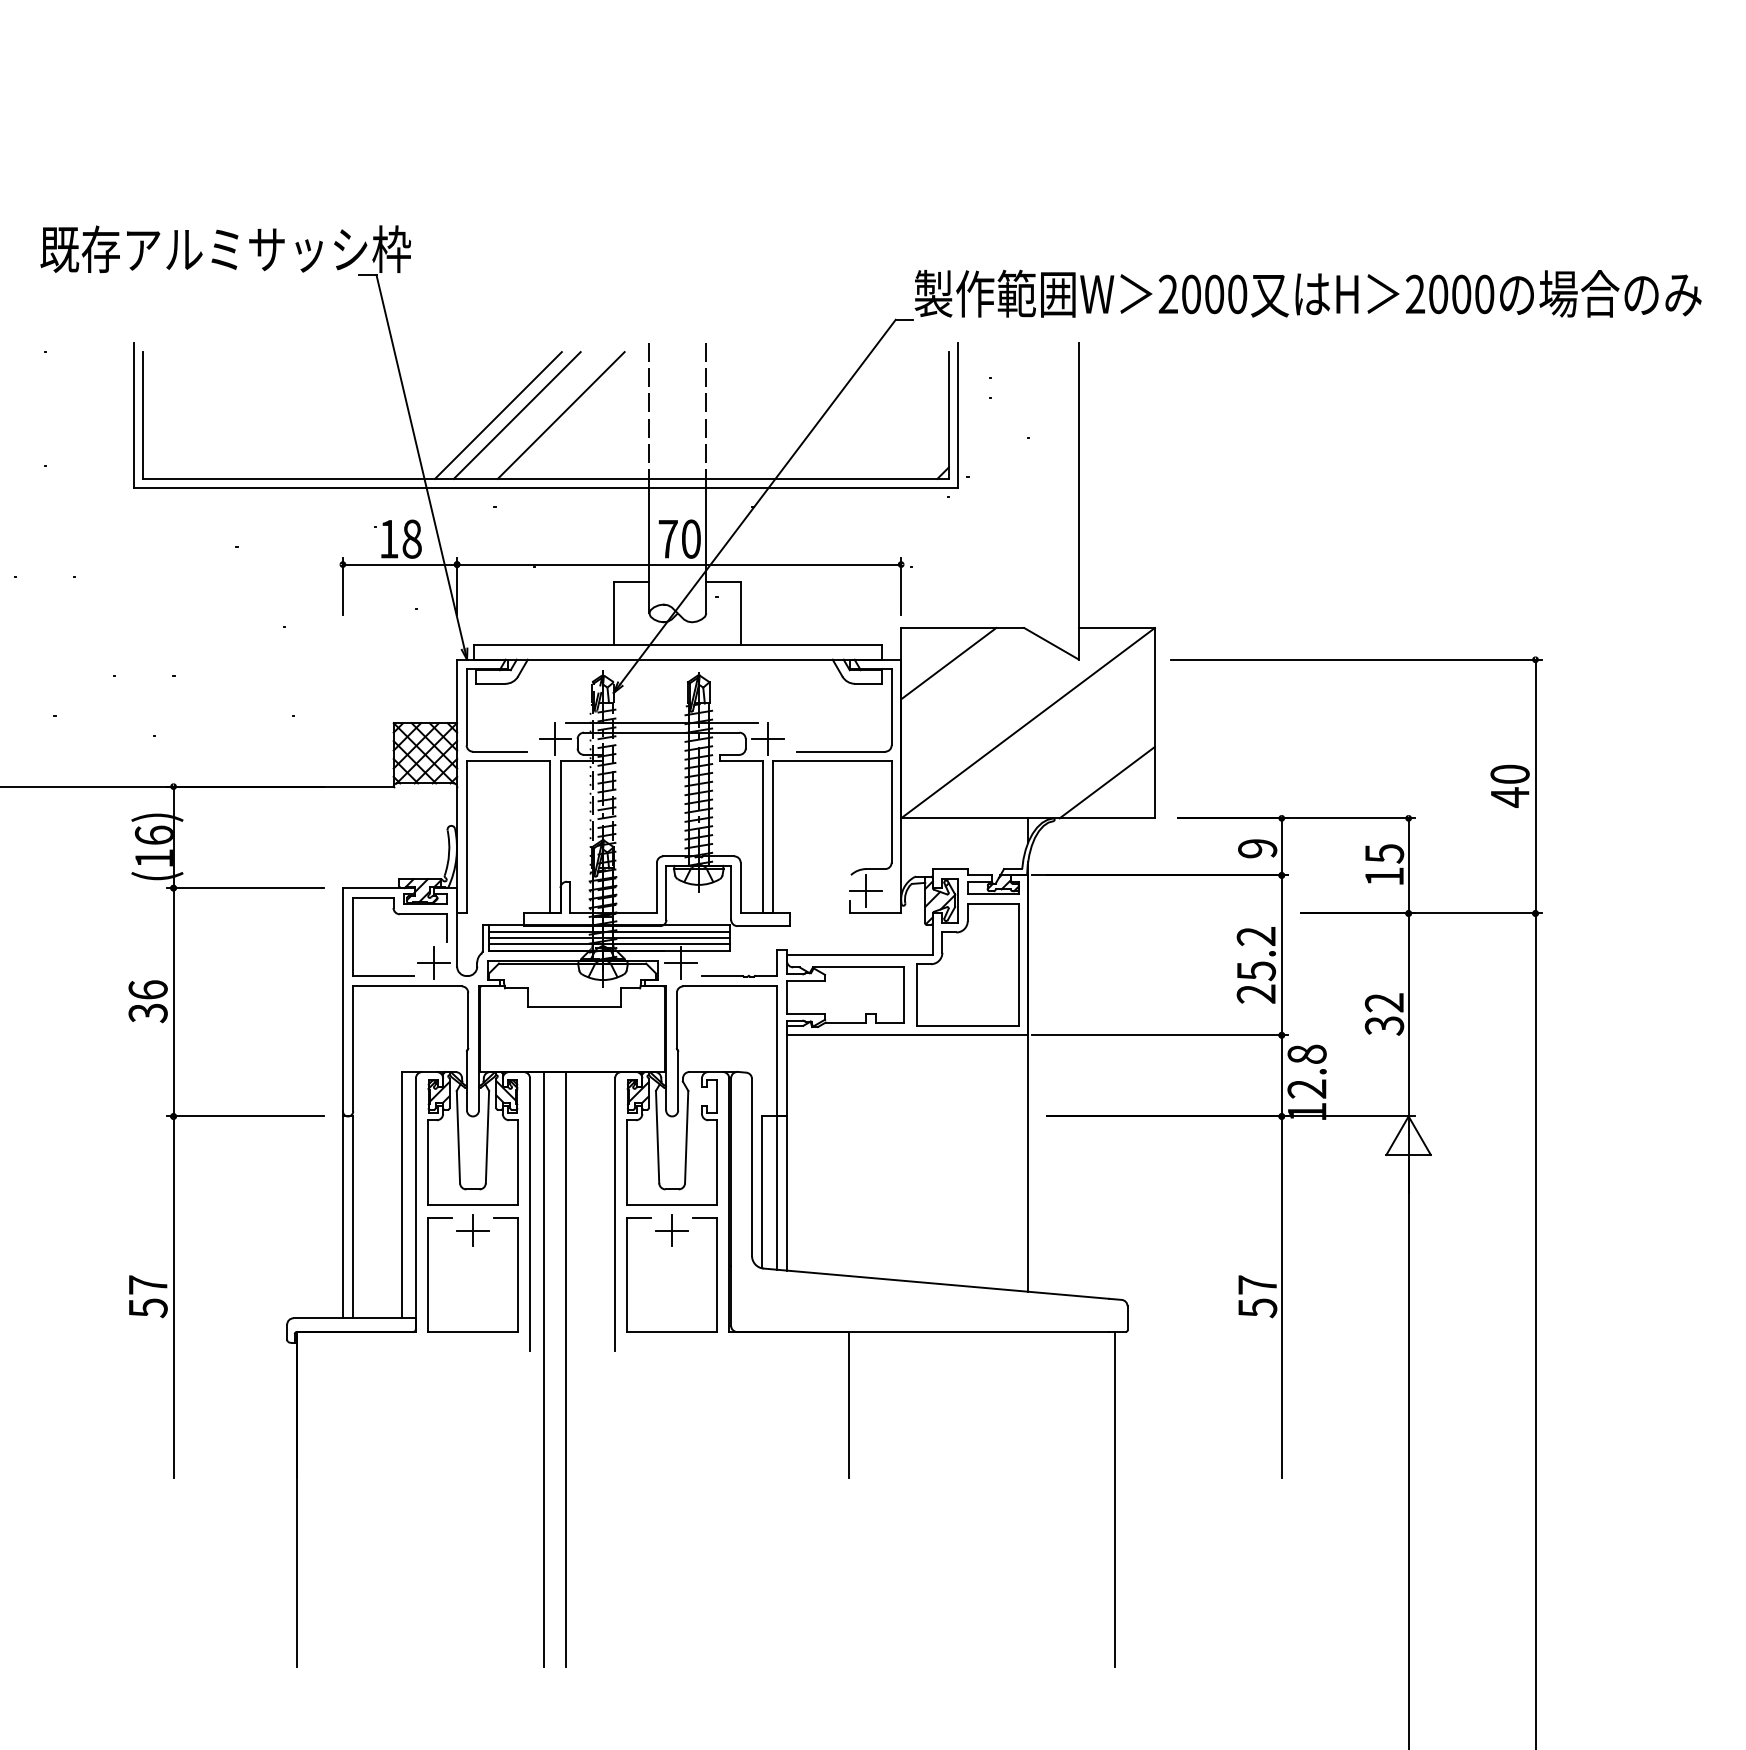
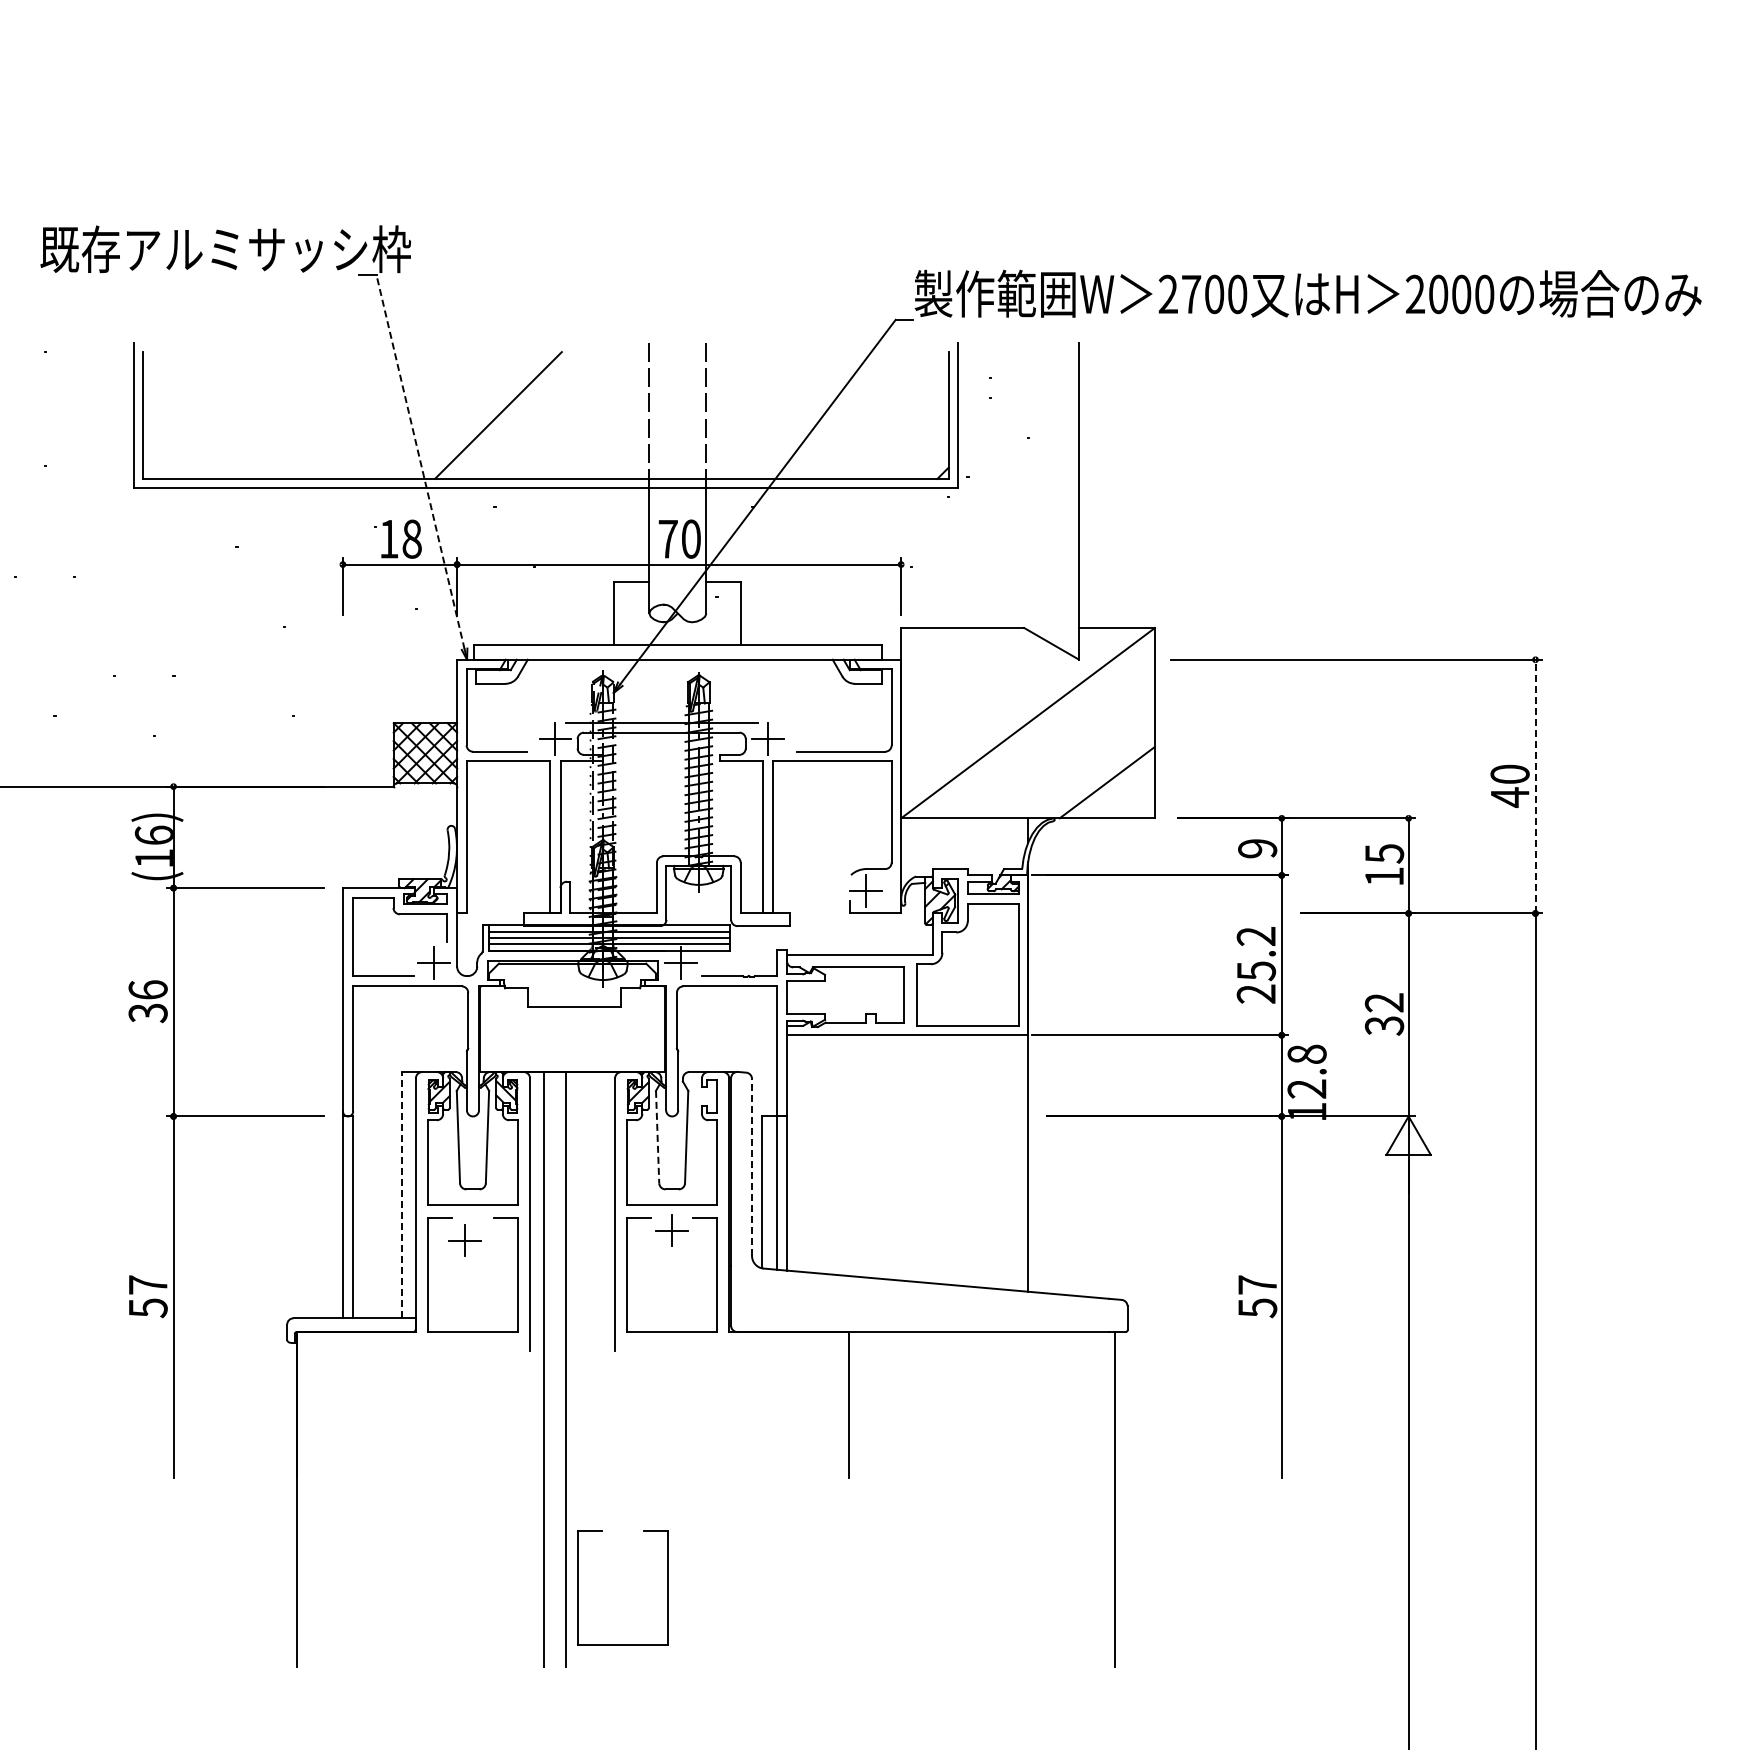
text at (1191, 294): 2000 -> 2700
line at (516, 415): present -> none
line at (560, 415): present -> none
line at (420, 461): solid -> dashed
line at (948, 663): present -> none
line at (1535, 786): solid -> dashed
line at (657, 1137): solid -> dashed
line at (752, 1166): solid -> dashed
line at (401, 1194): solid -> dashed
part at (472, 1230) position: (472, 1230) -> (464, 1240)
part at (578, 1587): none -> present
